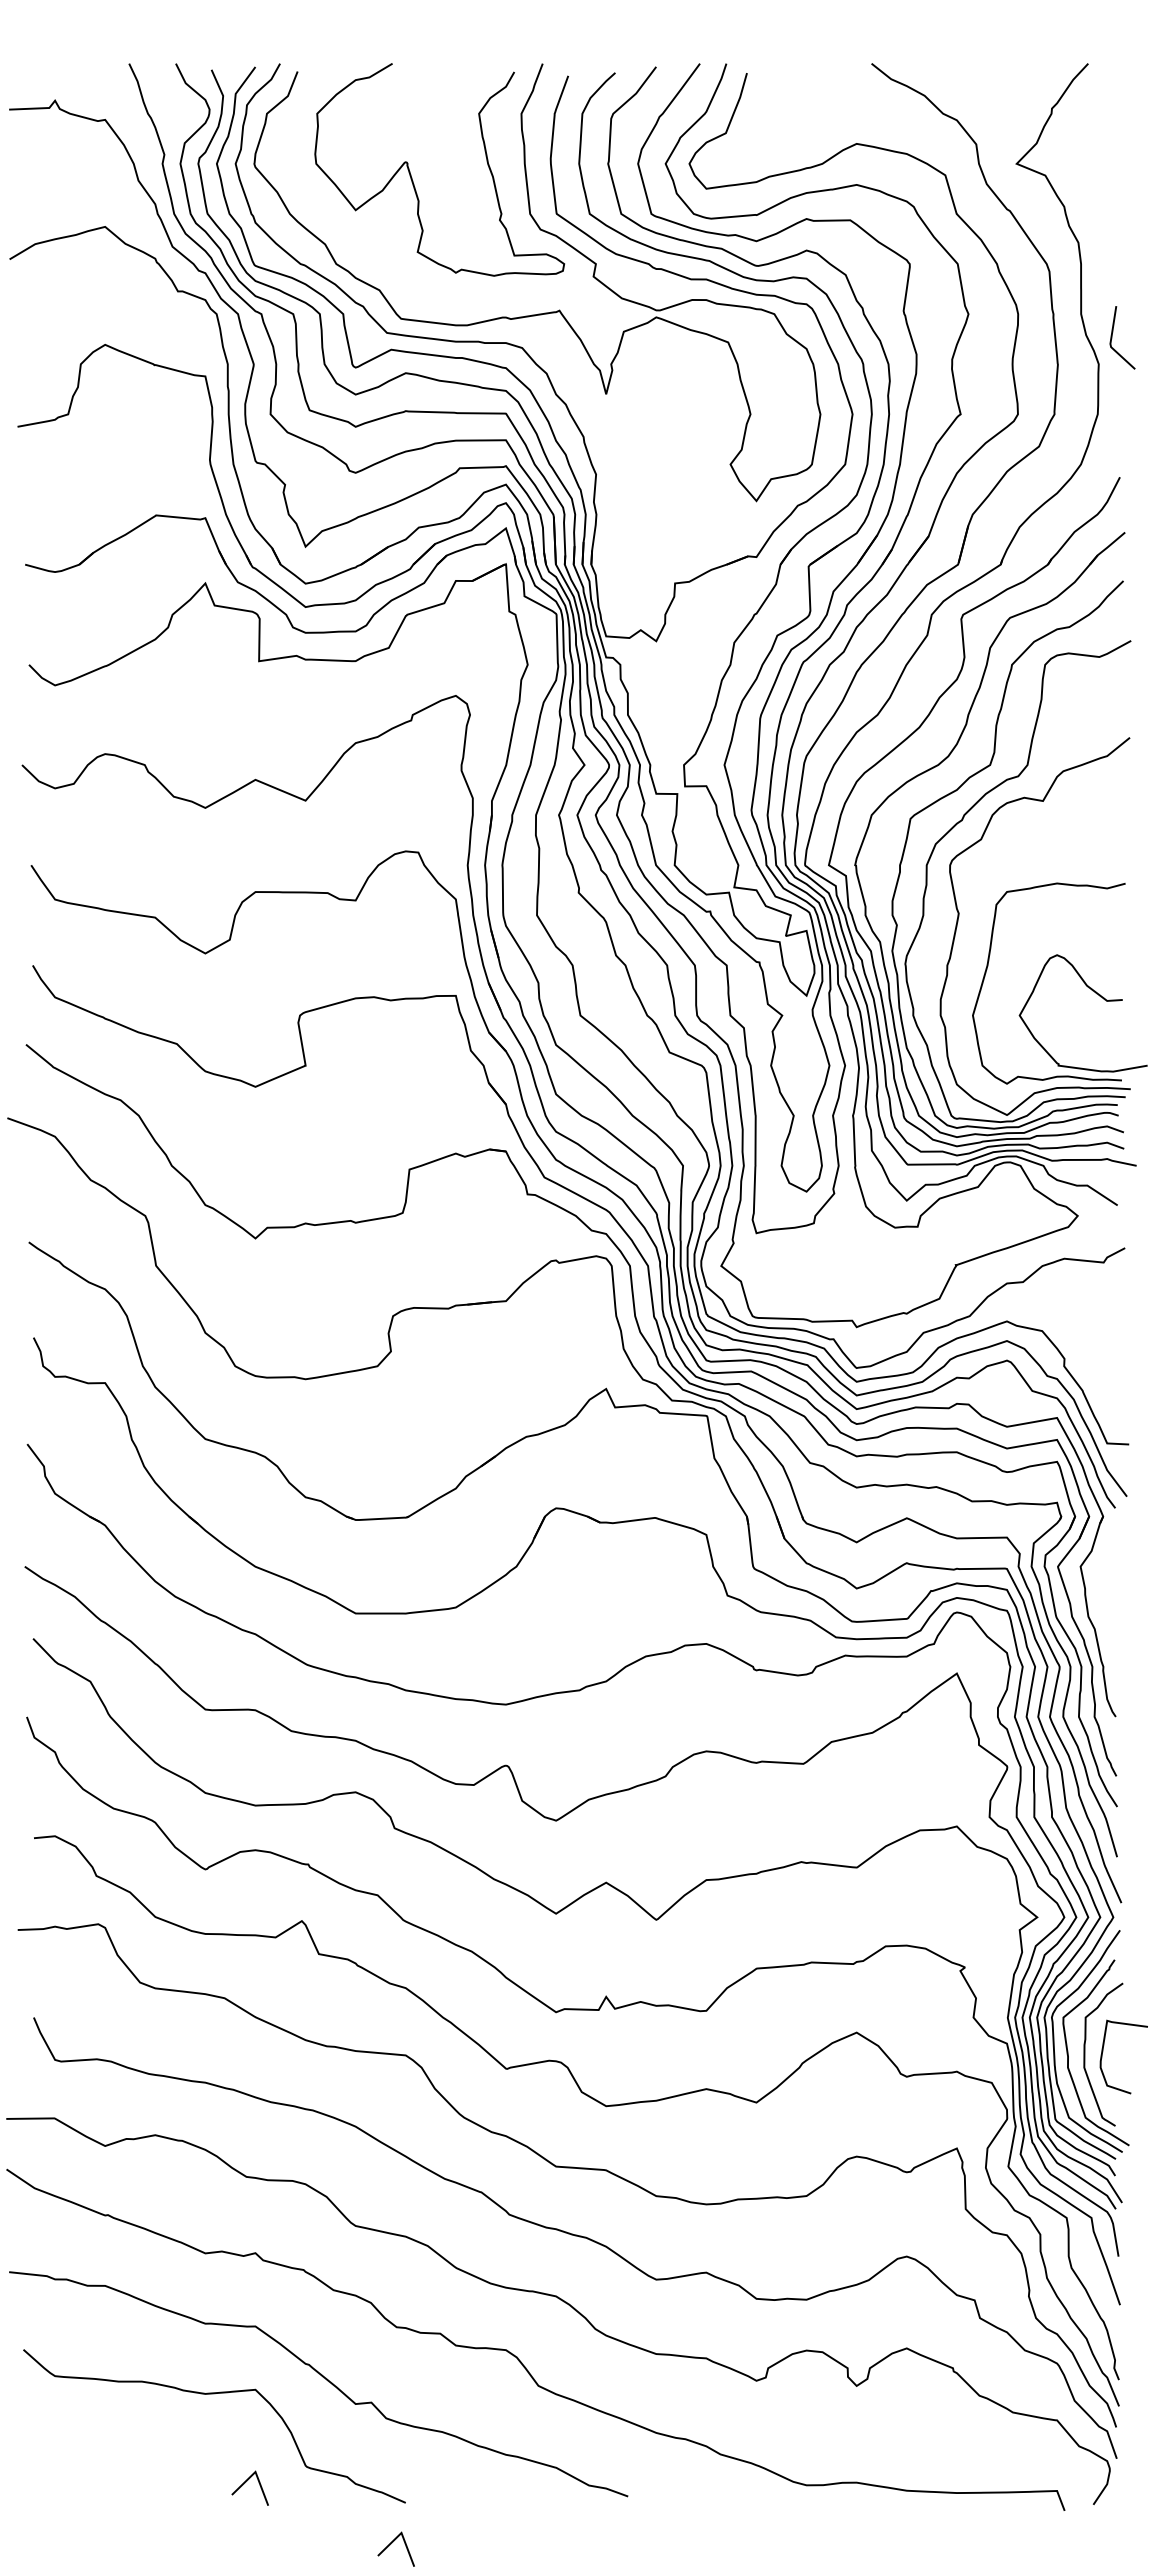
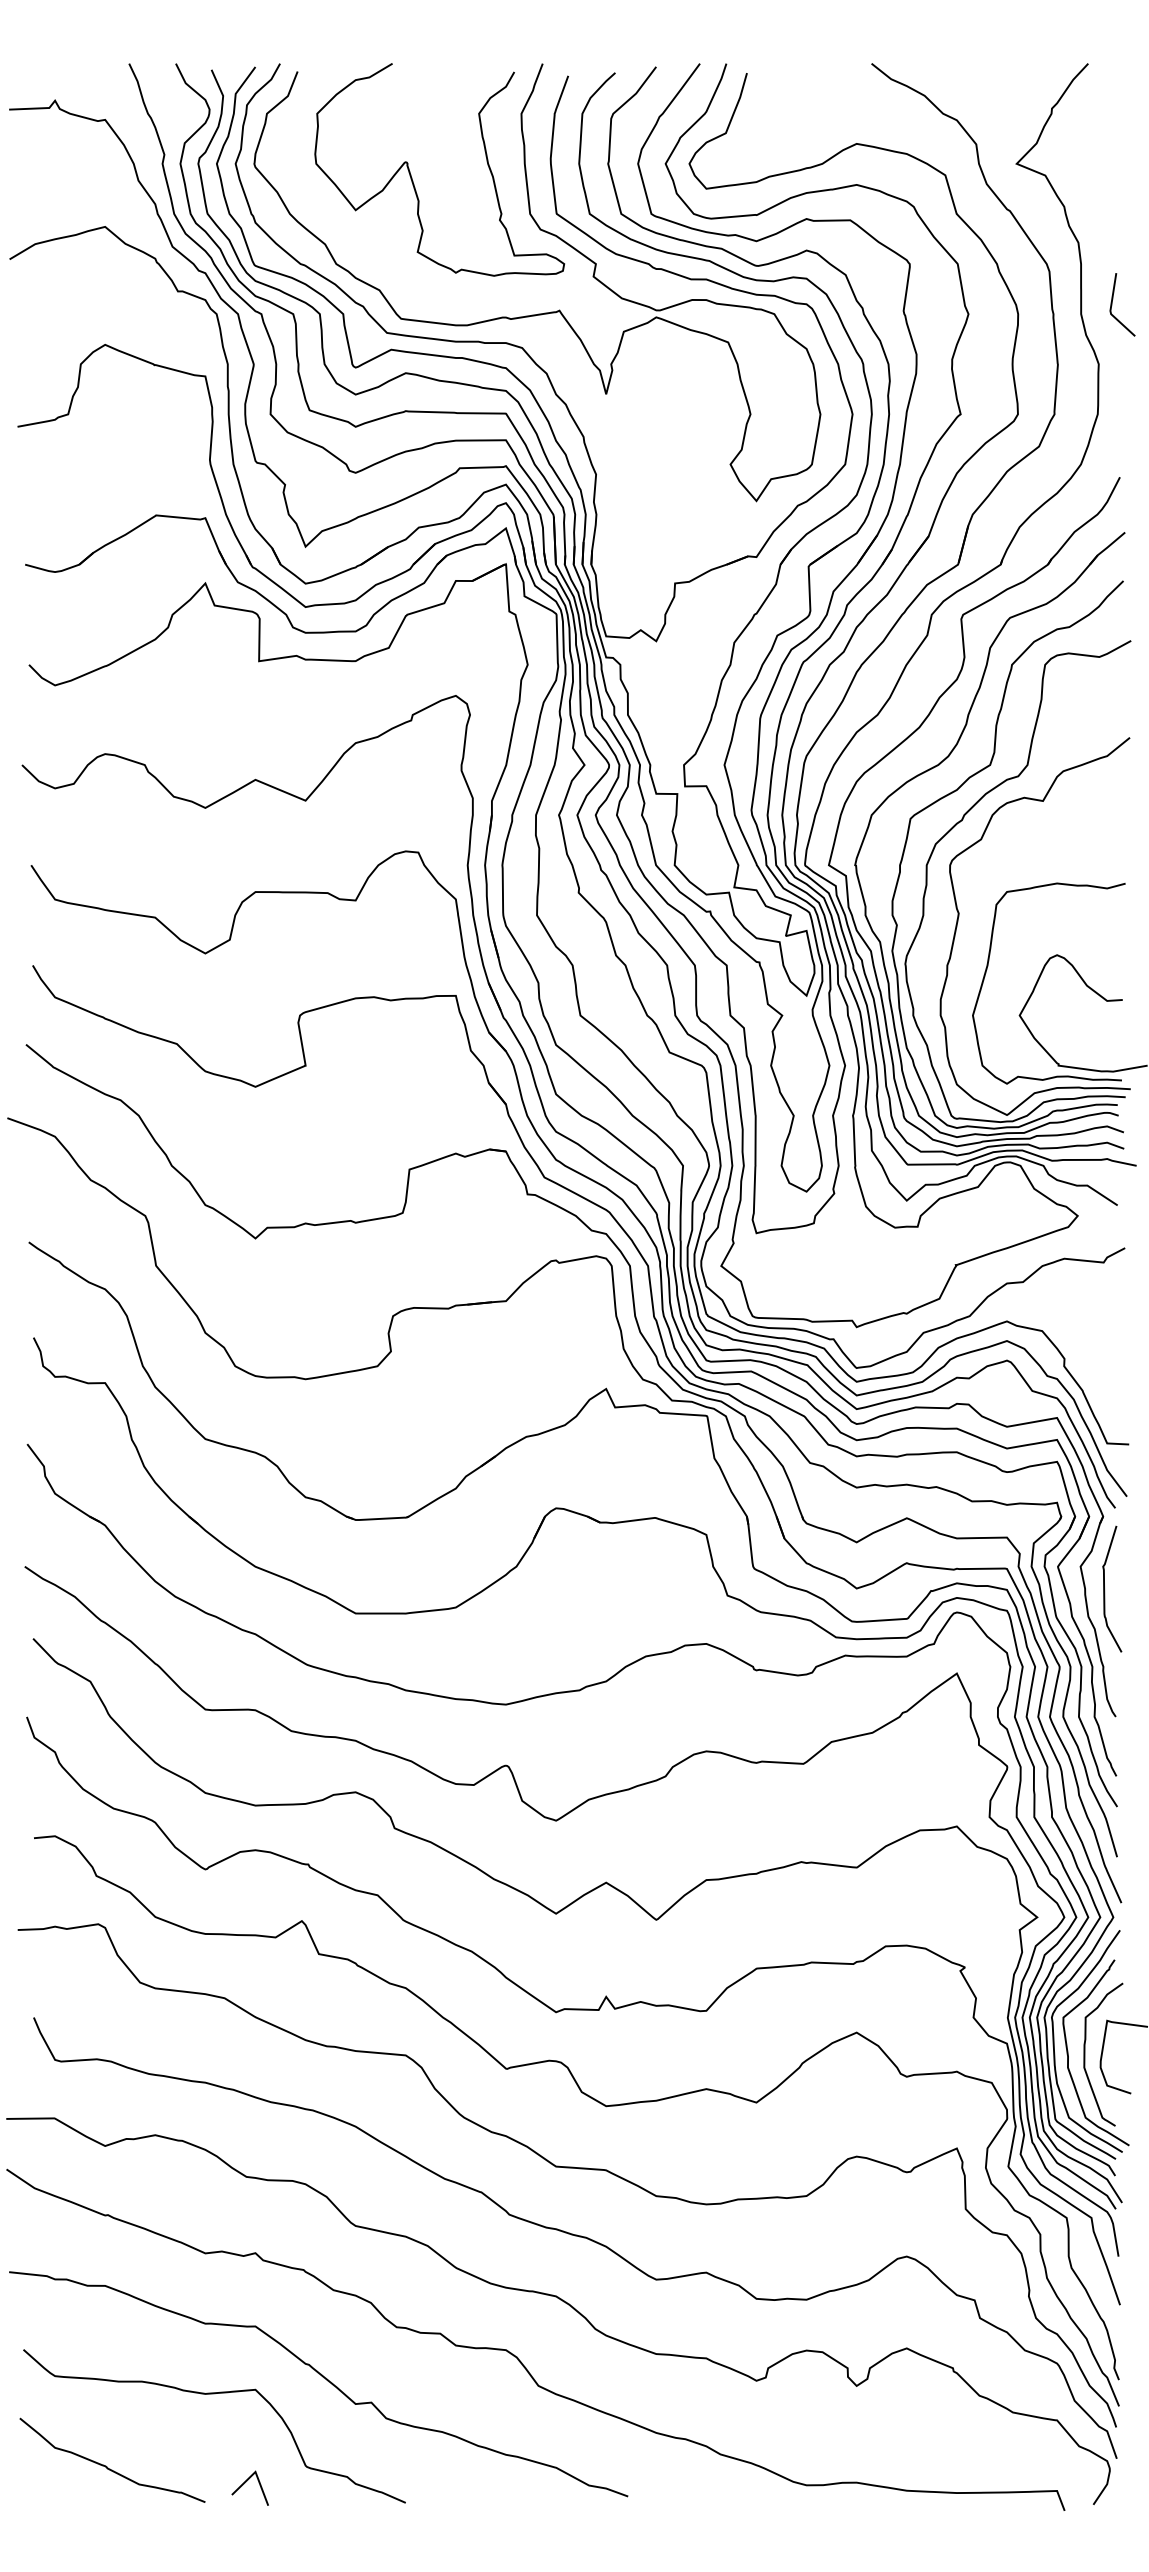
line at (1112, 337) position: (1112, 337) -> (1112, 304)
curve at (1105, 1590): none -> present
curve at (106, 2465): none -> present
line at (391, 2544): present -> none
